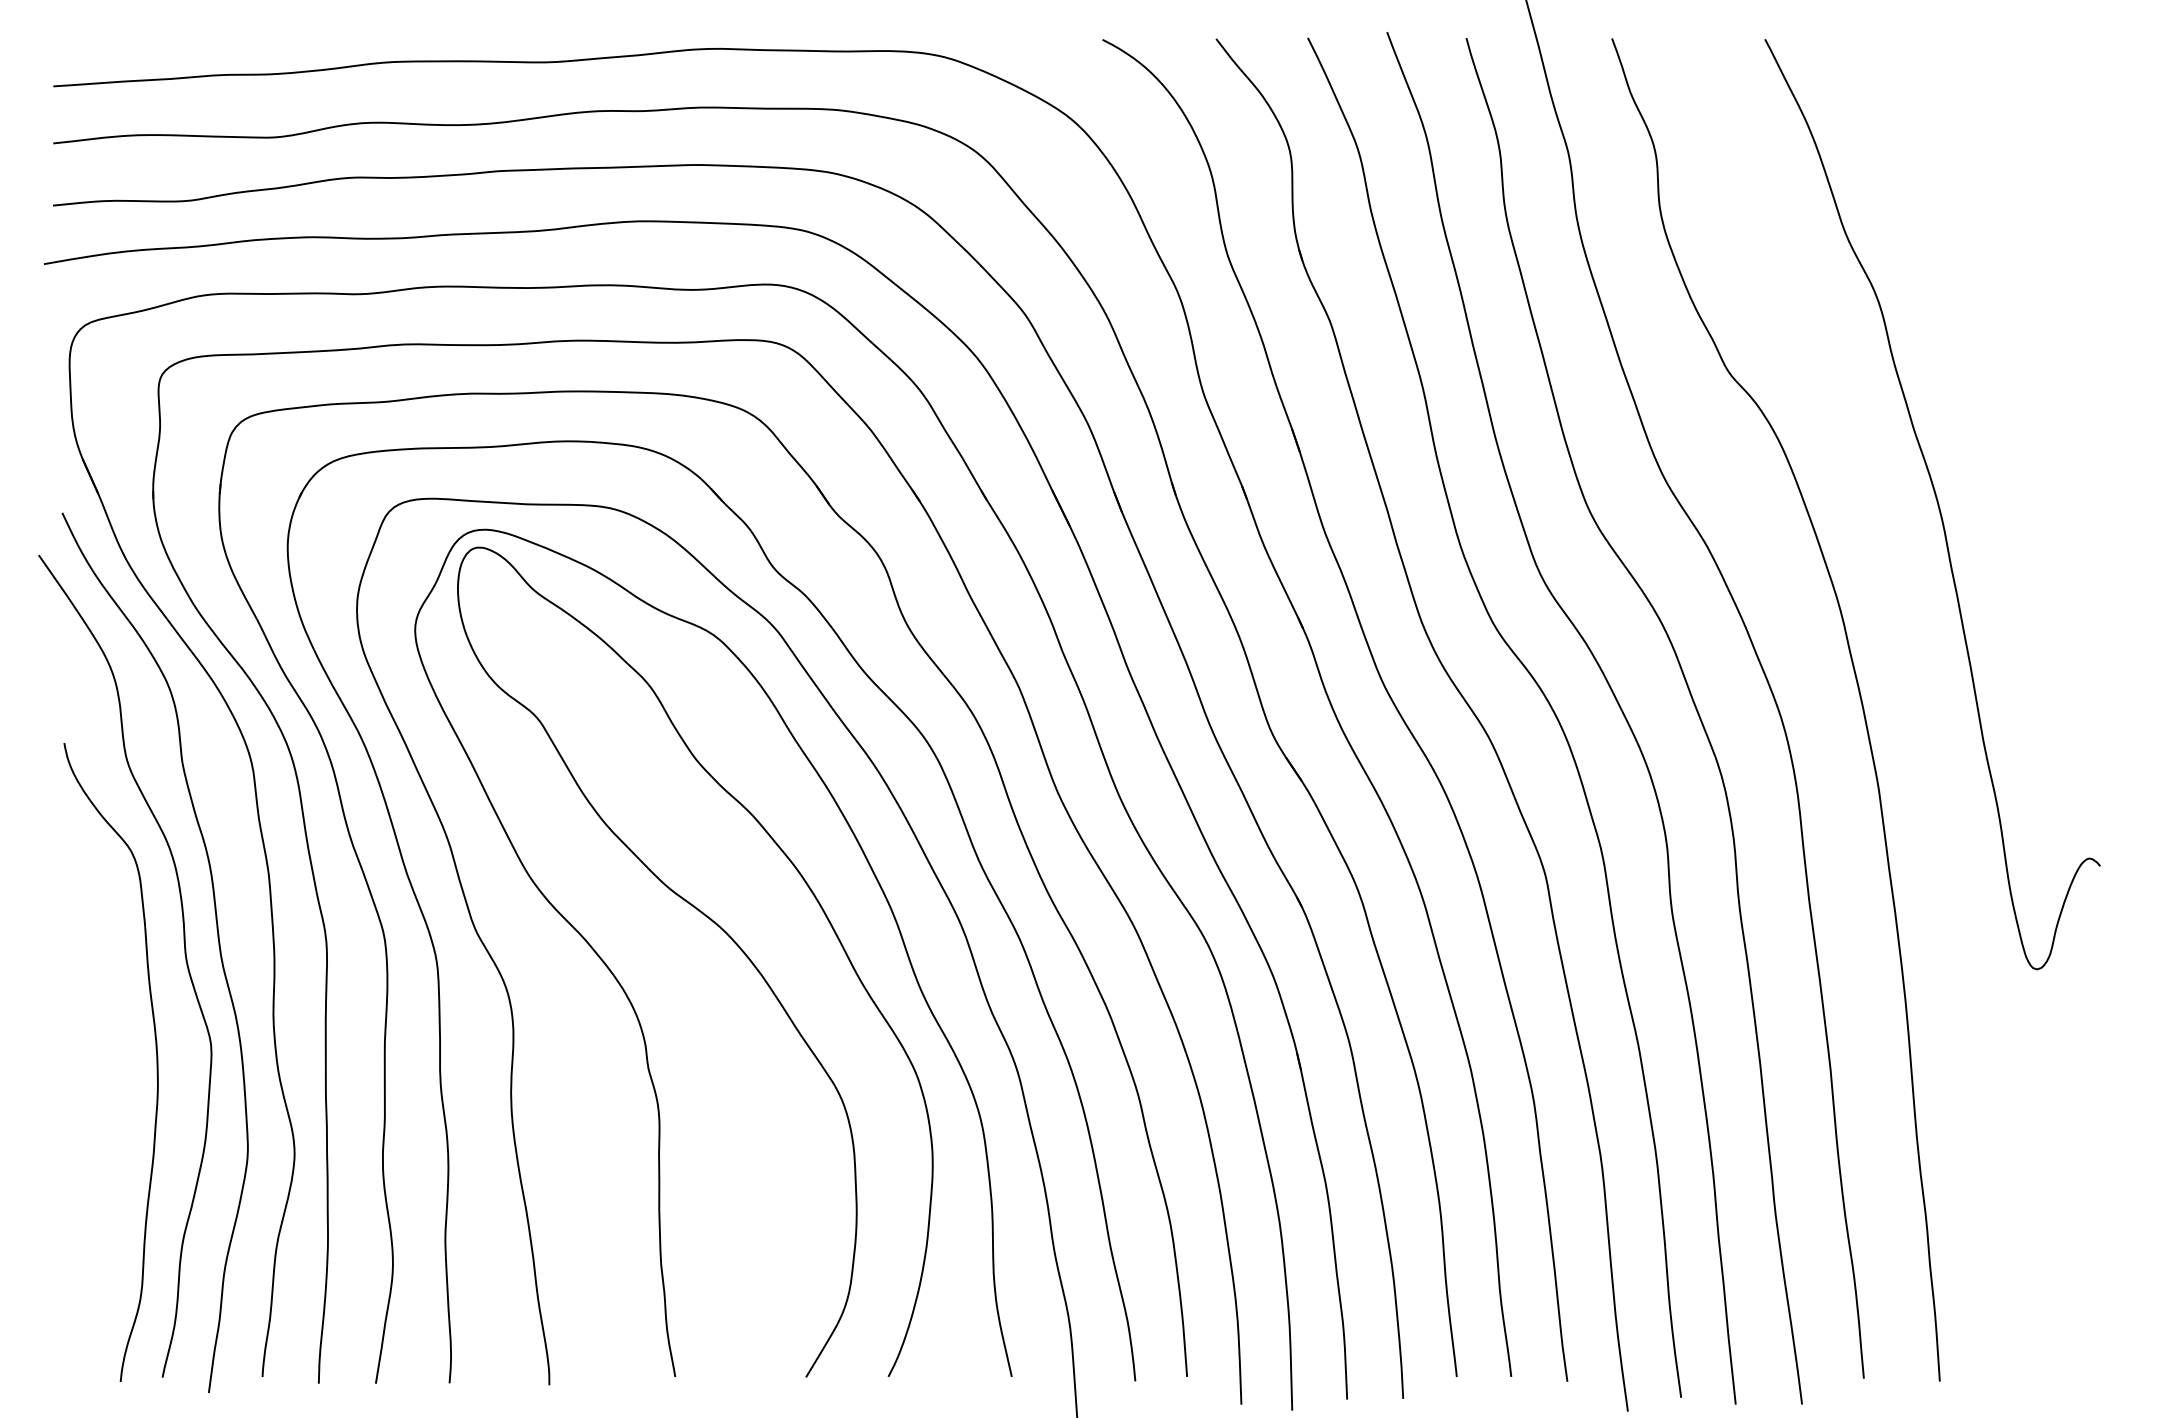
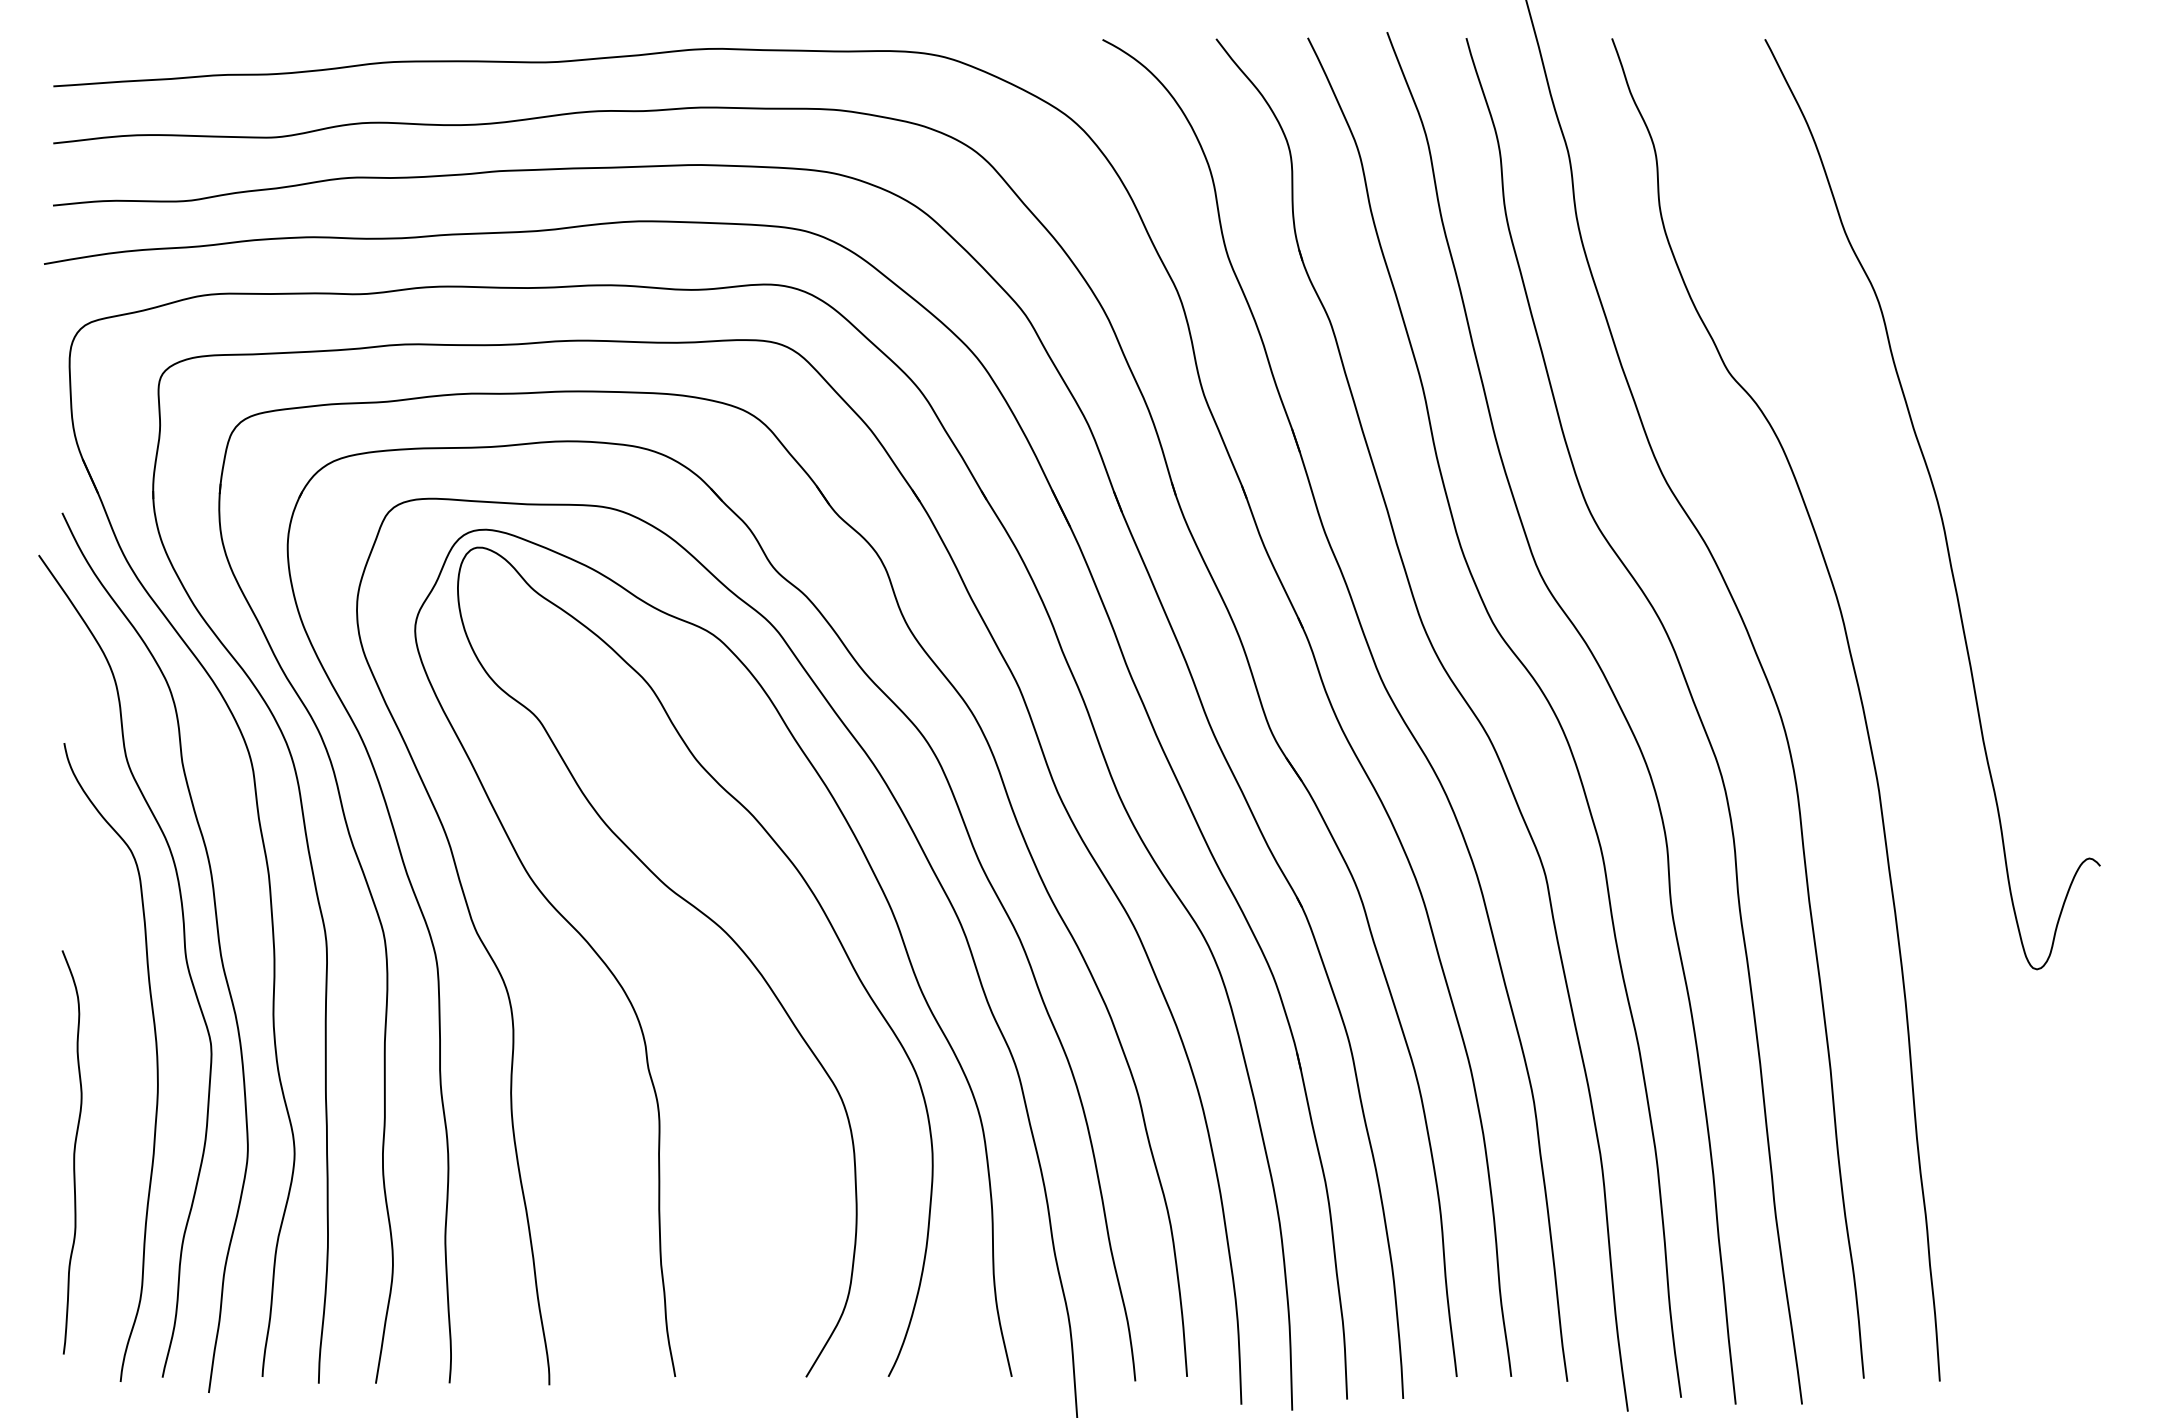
curve at (73, 1152): none -> present
